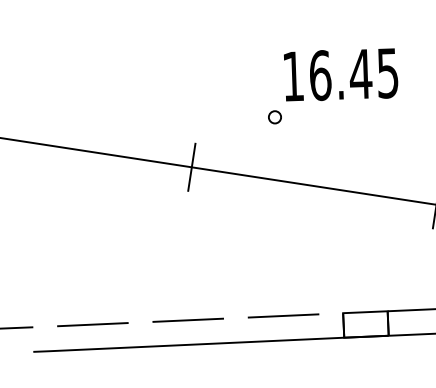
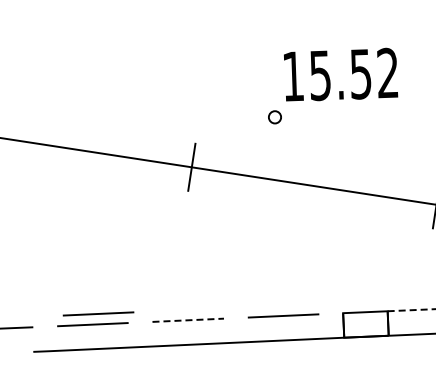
text at (354, 74): 16.45 -> 15.52
line at (411, 310): solid -> dashed
line at (98, 313): none -> present
line at (188, 320): solid -> dashed
